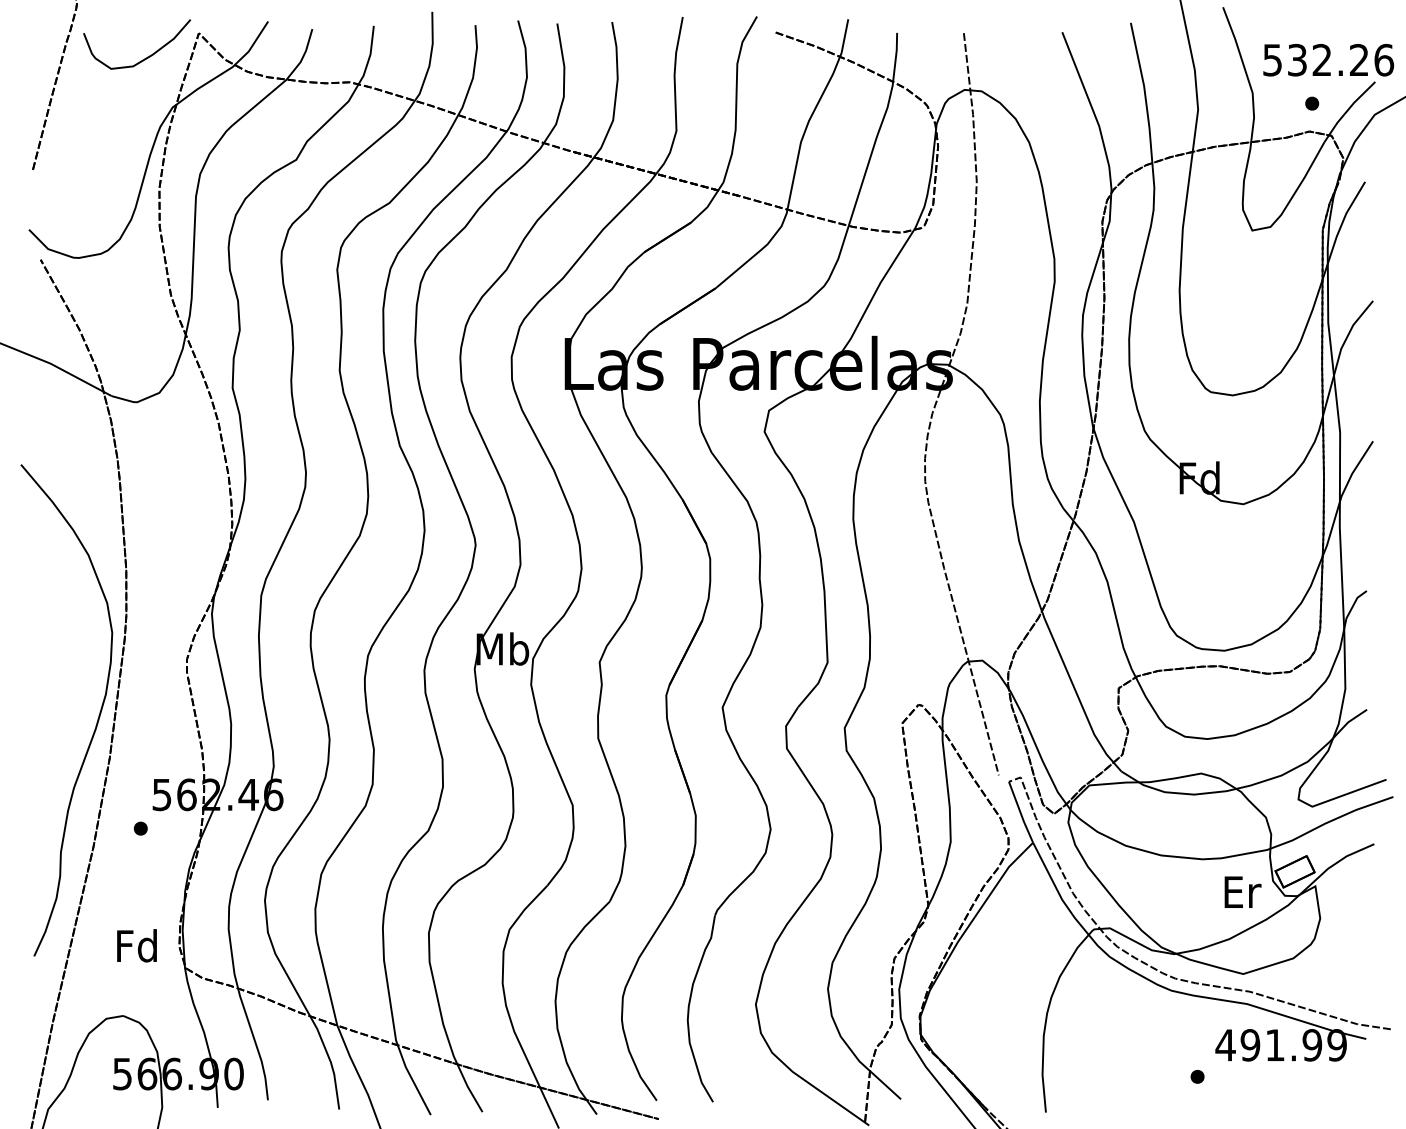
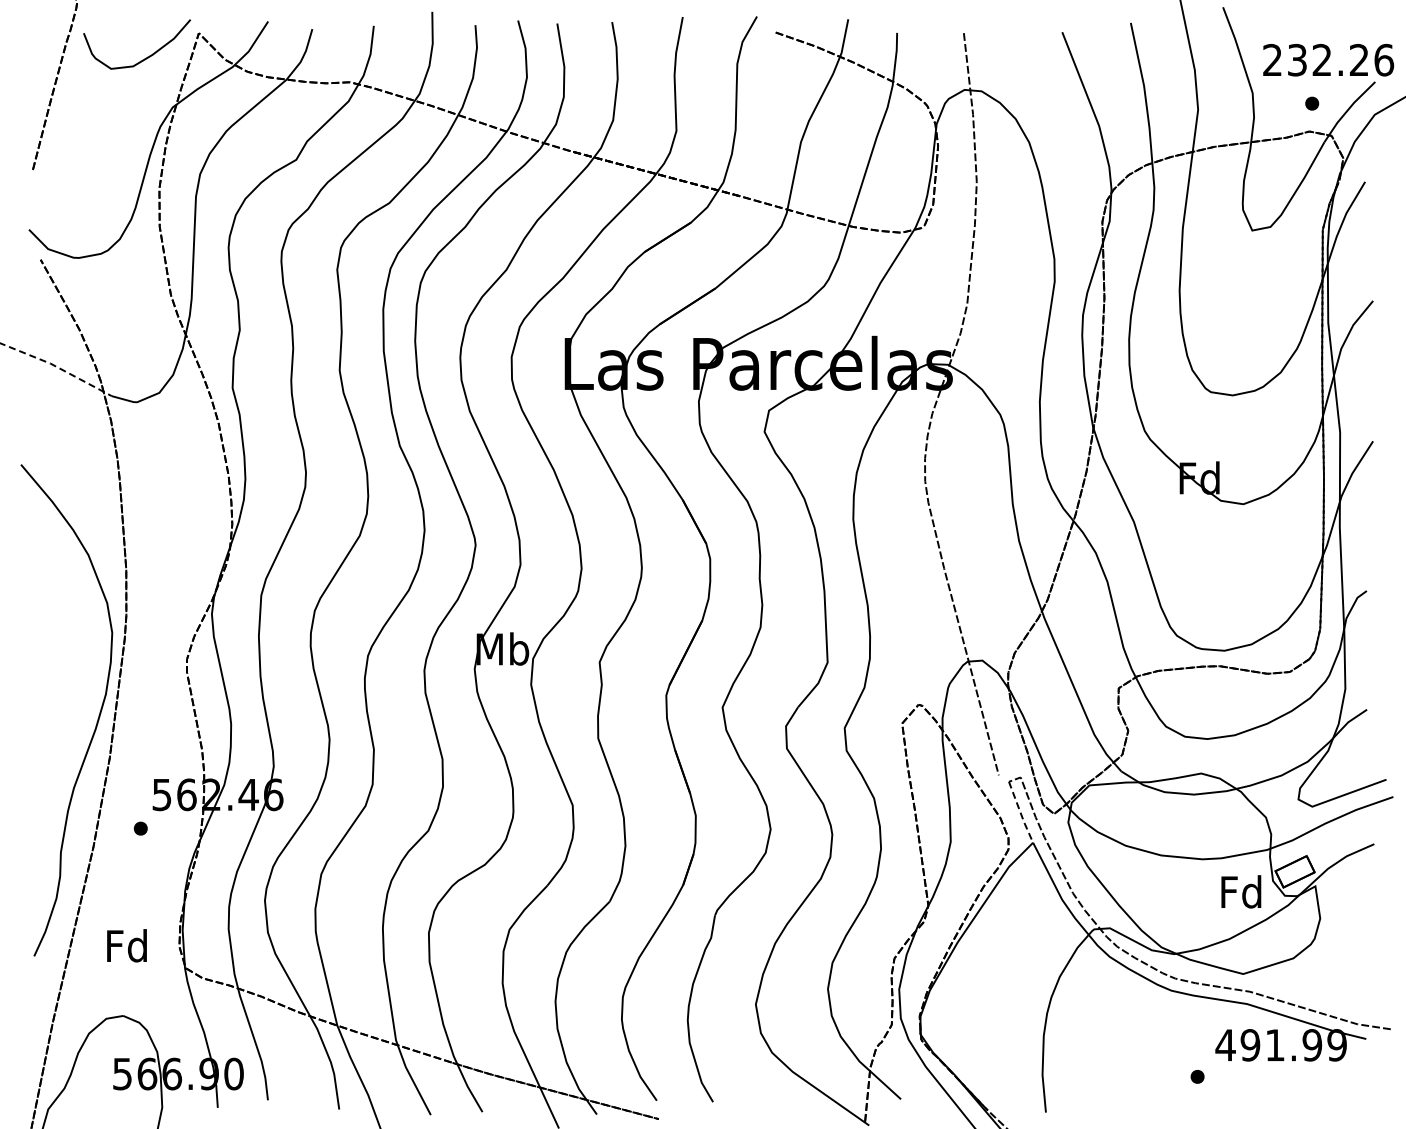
text at (1272, 59): 532.26 -> 232.26
line at (57, 367): solid -> dashed
line at (1020, 813): solid -> dashed
text at (1241, 891): Er -> Fd
text at (136, 945) position: (136, 945) -> (126, 945)
